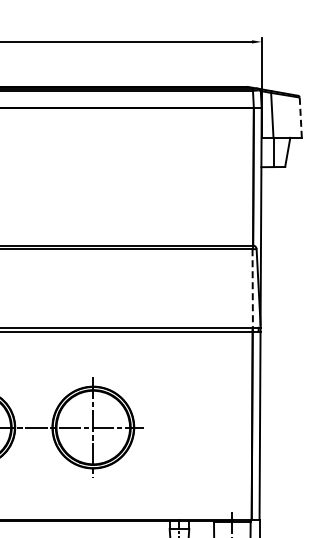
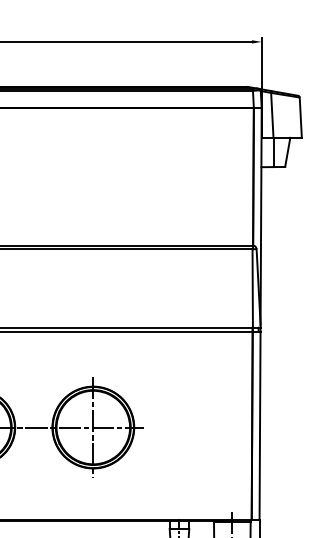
line at (300, 117): dashed -> solid
line at (252, 288): dashed -> solid
